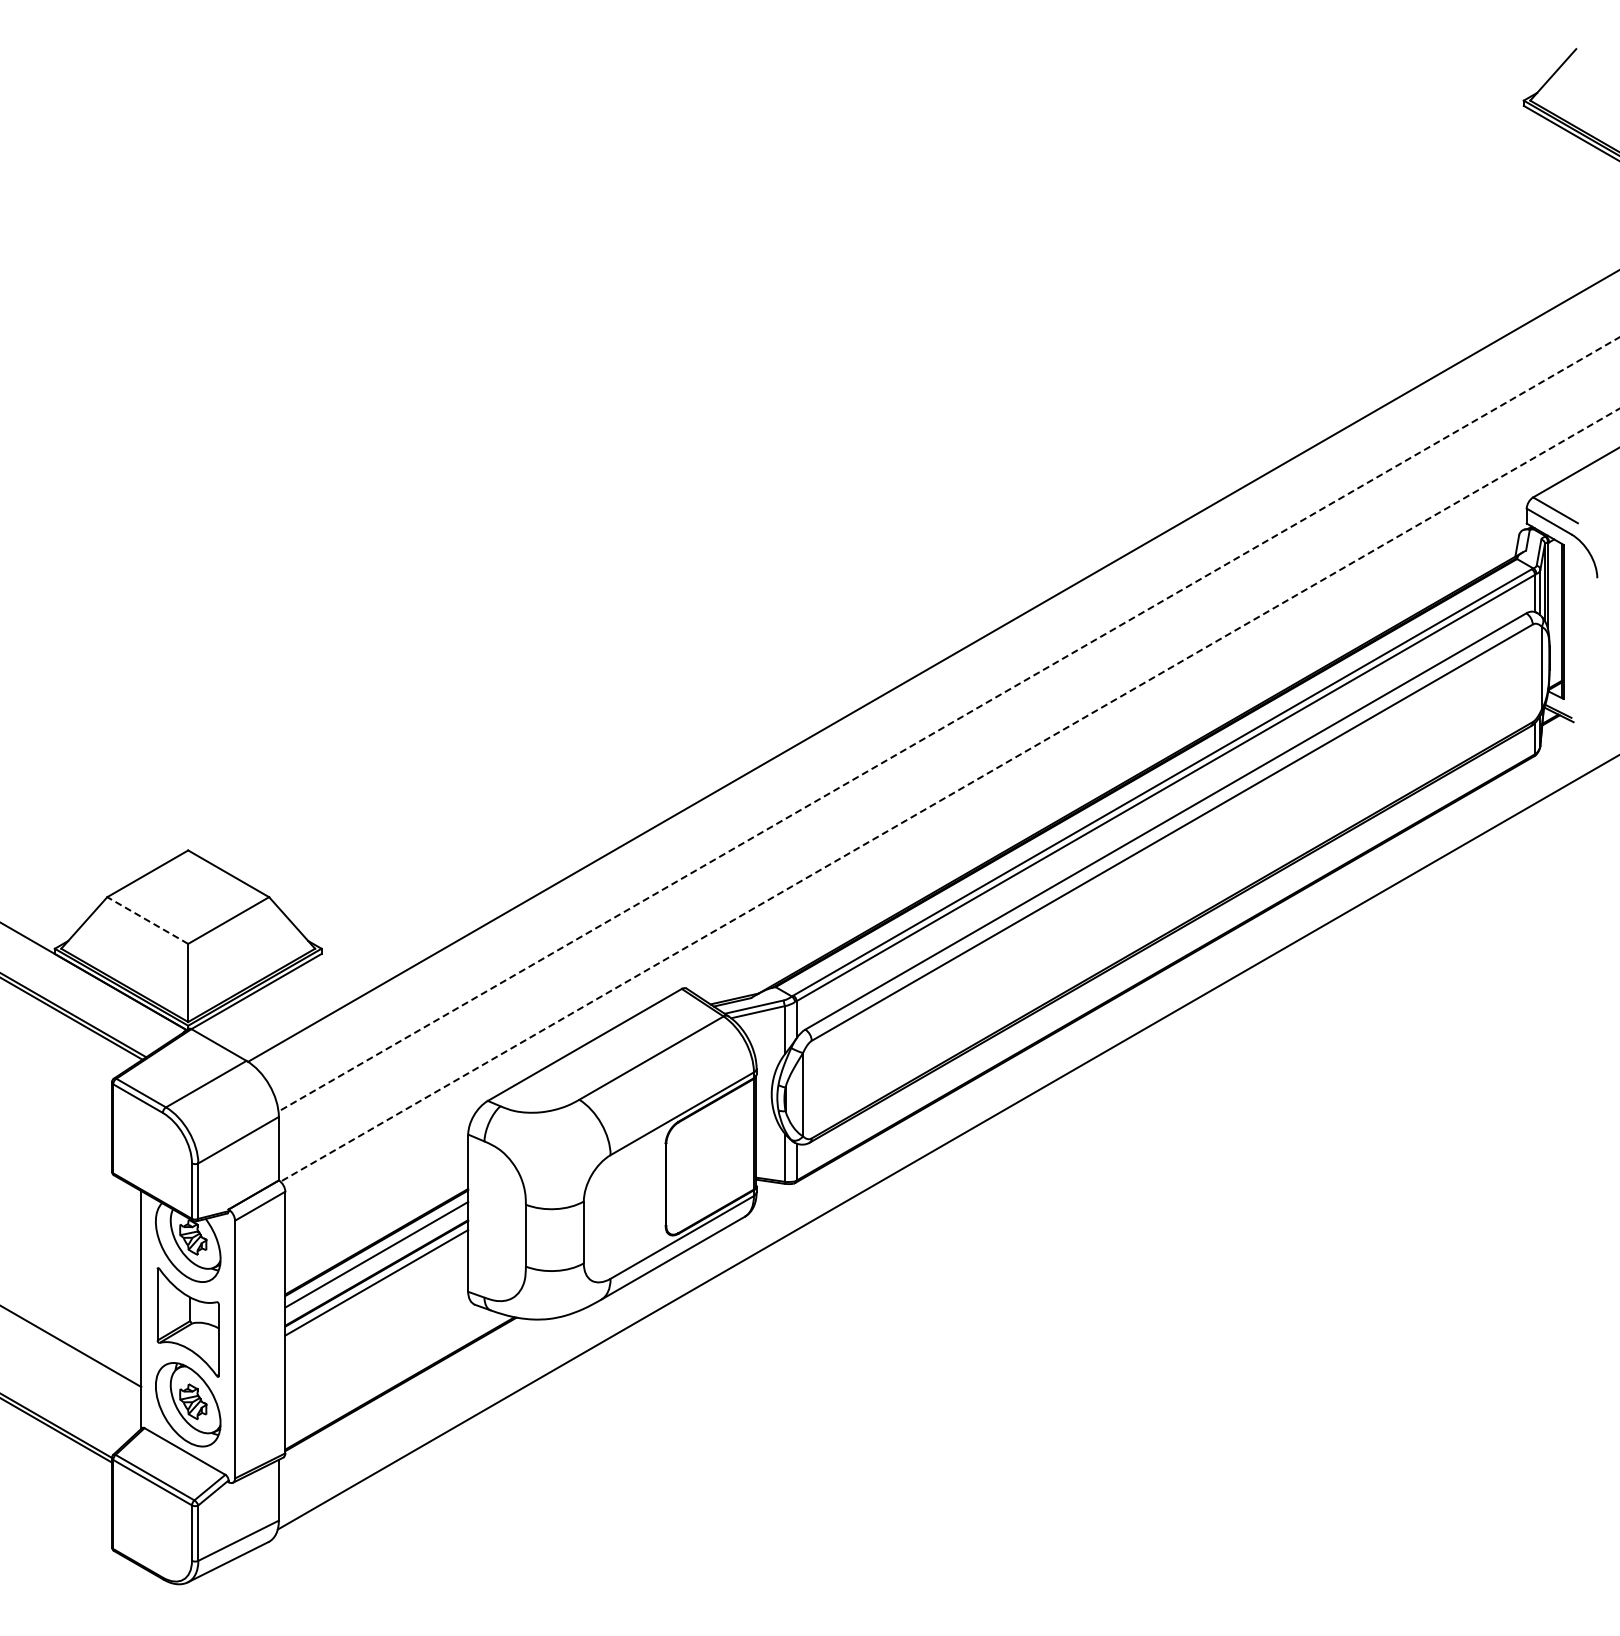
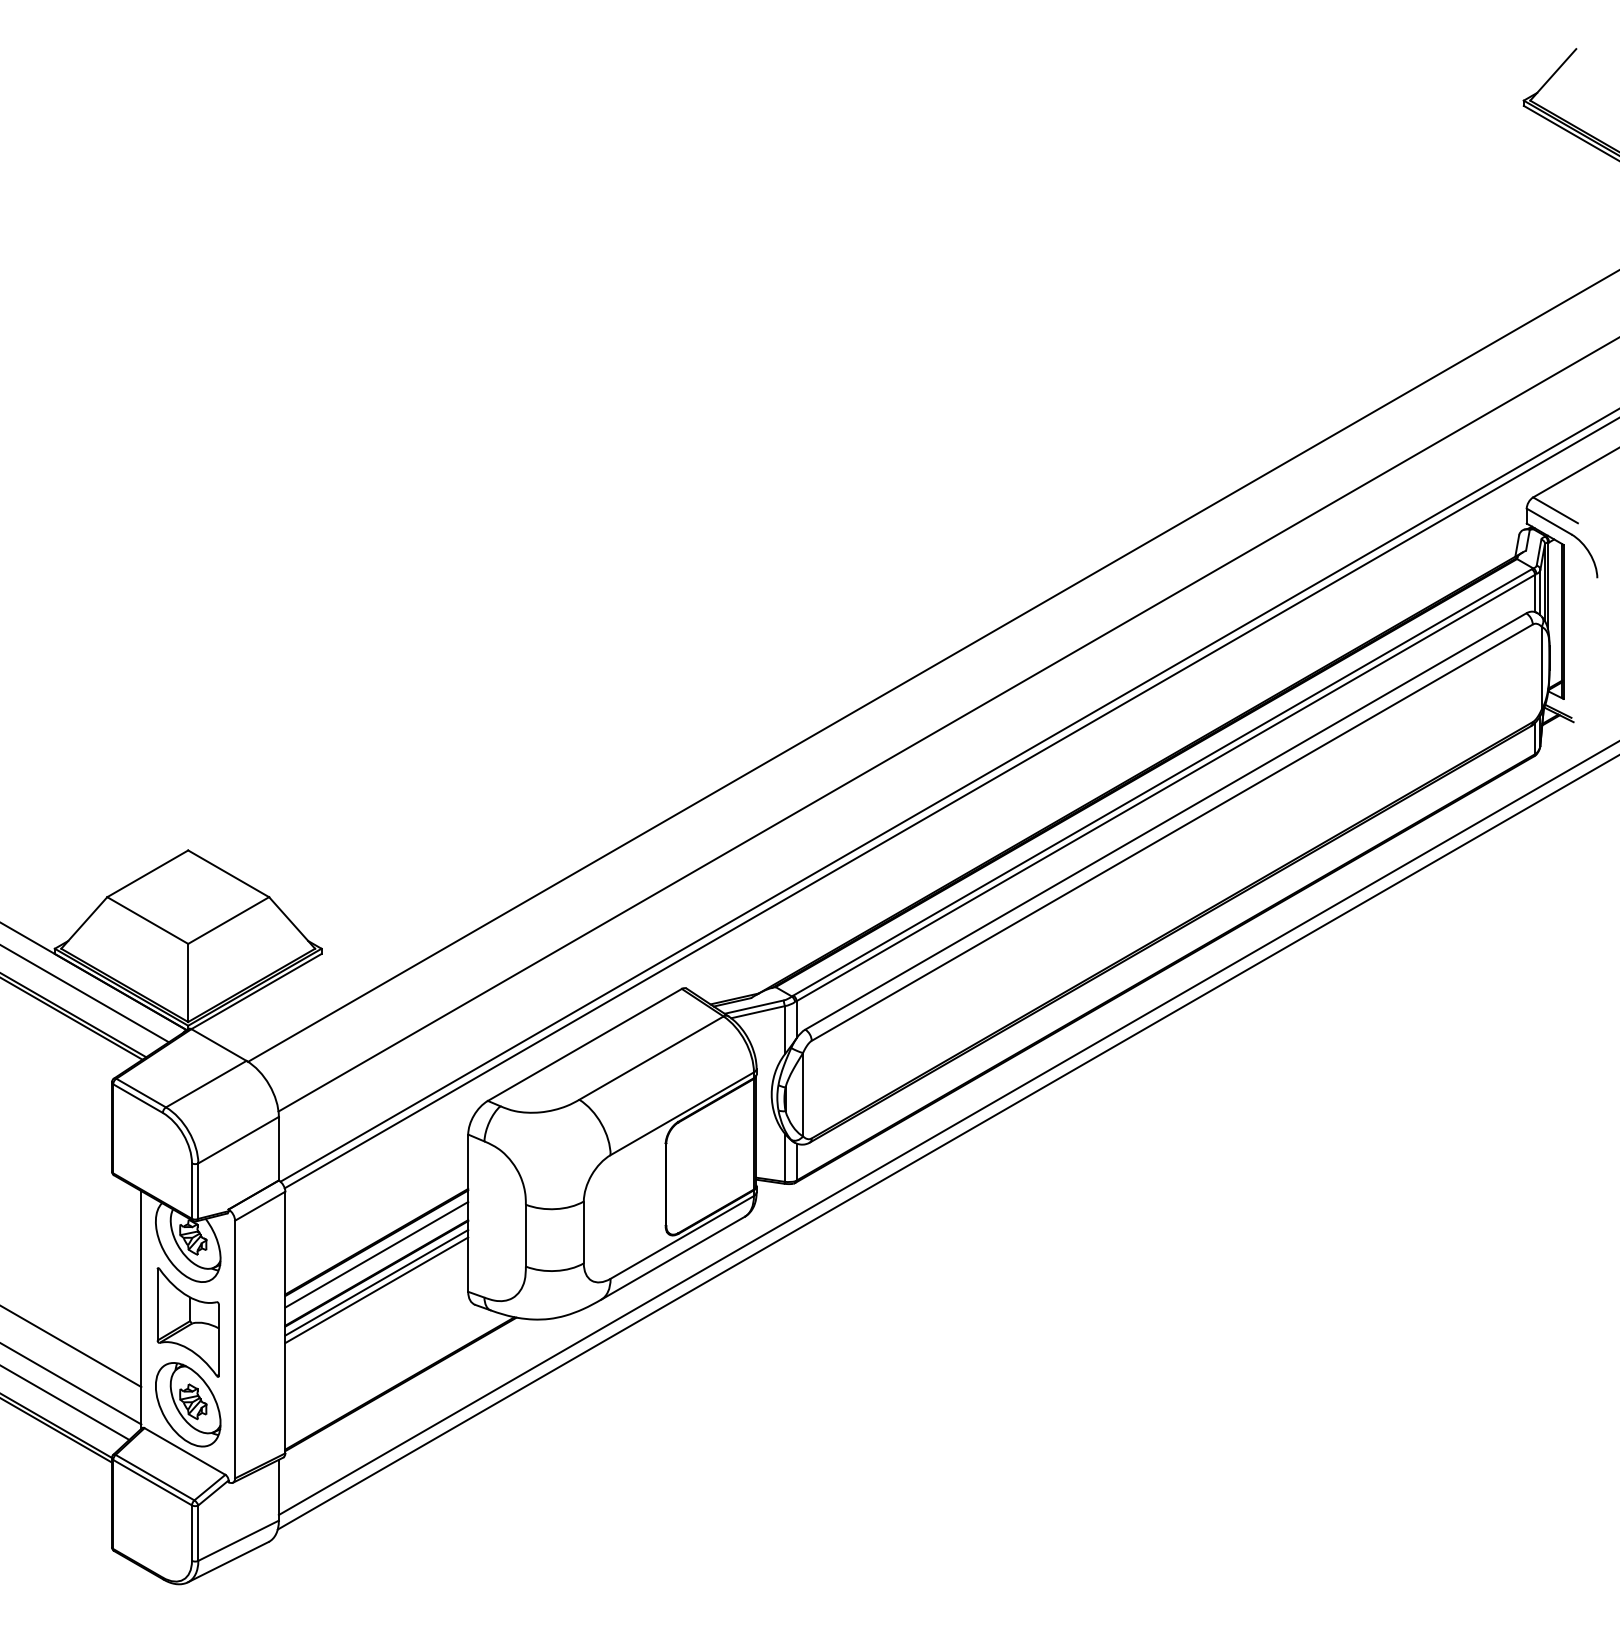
line at (948, 724): dashed -> solid
line at (949, 795): dashed -> solid
line at (950, 803): none -> present
line at (147, 920): dashed -> solid
line at (85, 994): none -> present
line at (947, 1128): none -> present
line at (376, 1290): none -> present
line at (71, 1384): none -> present
line at (65, 1402): none -> present
